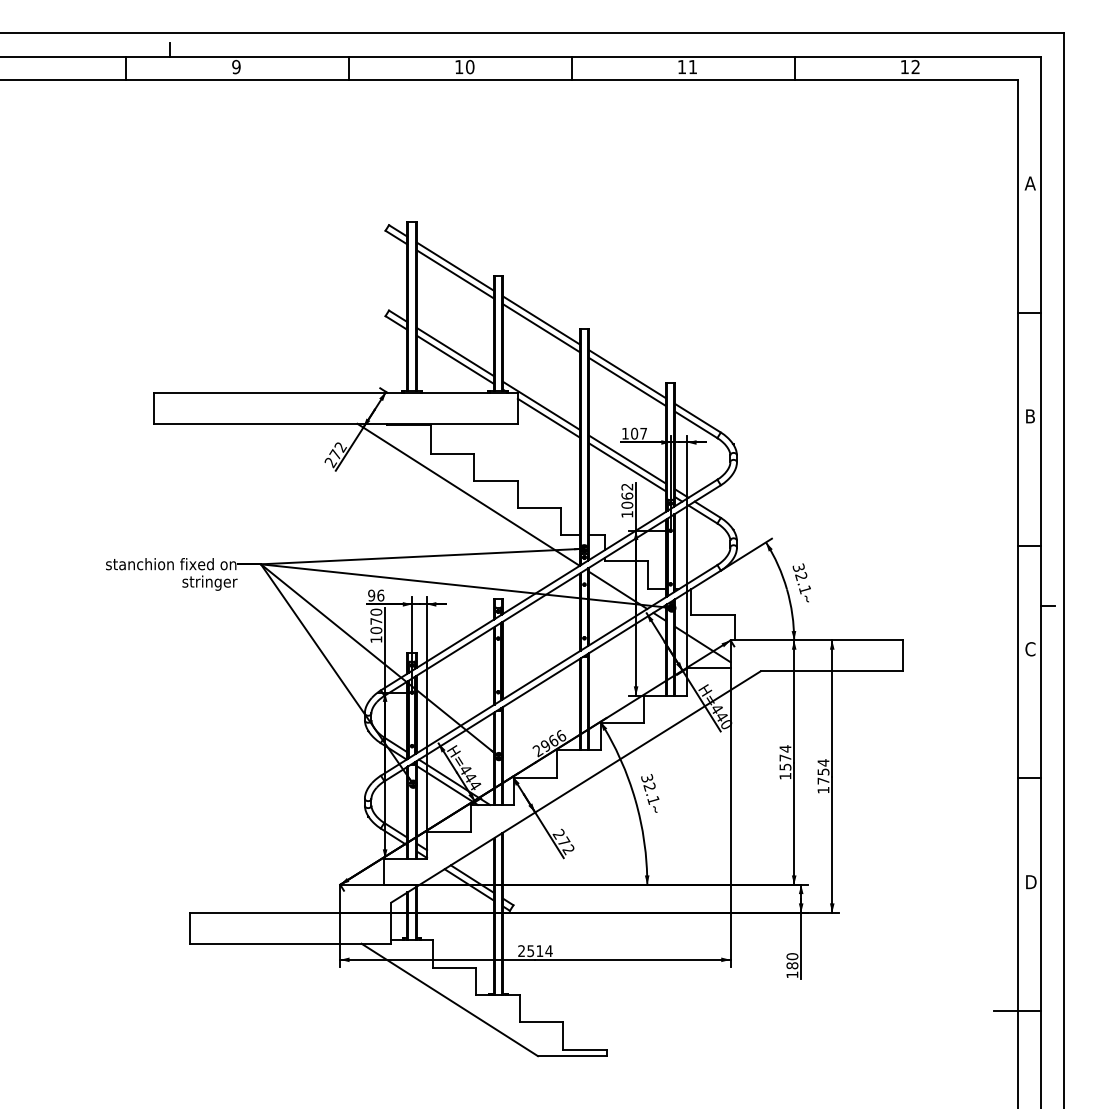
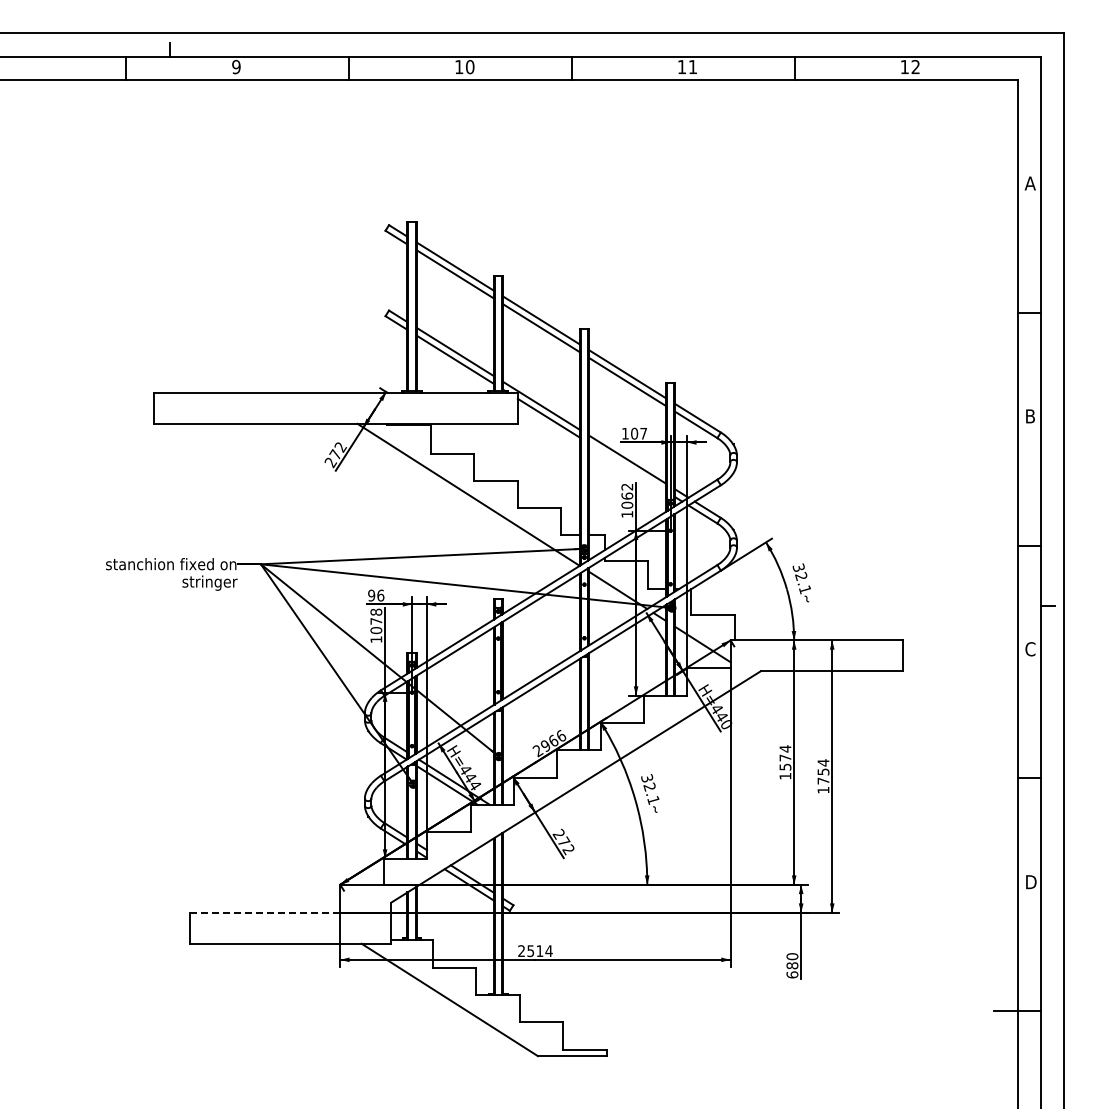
line at (627, 467): present -> none
text at (375, 611): 1070 -> 1078
line at (264, 912): solid -> dashed
text at (792, 974): 180 -> 680
